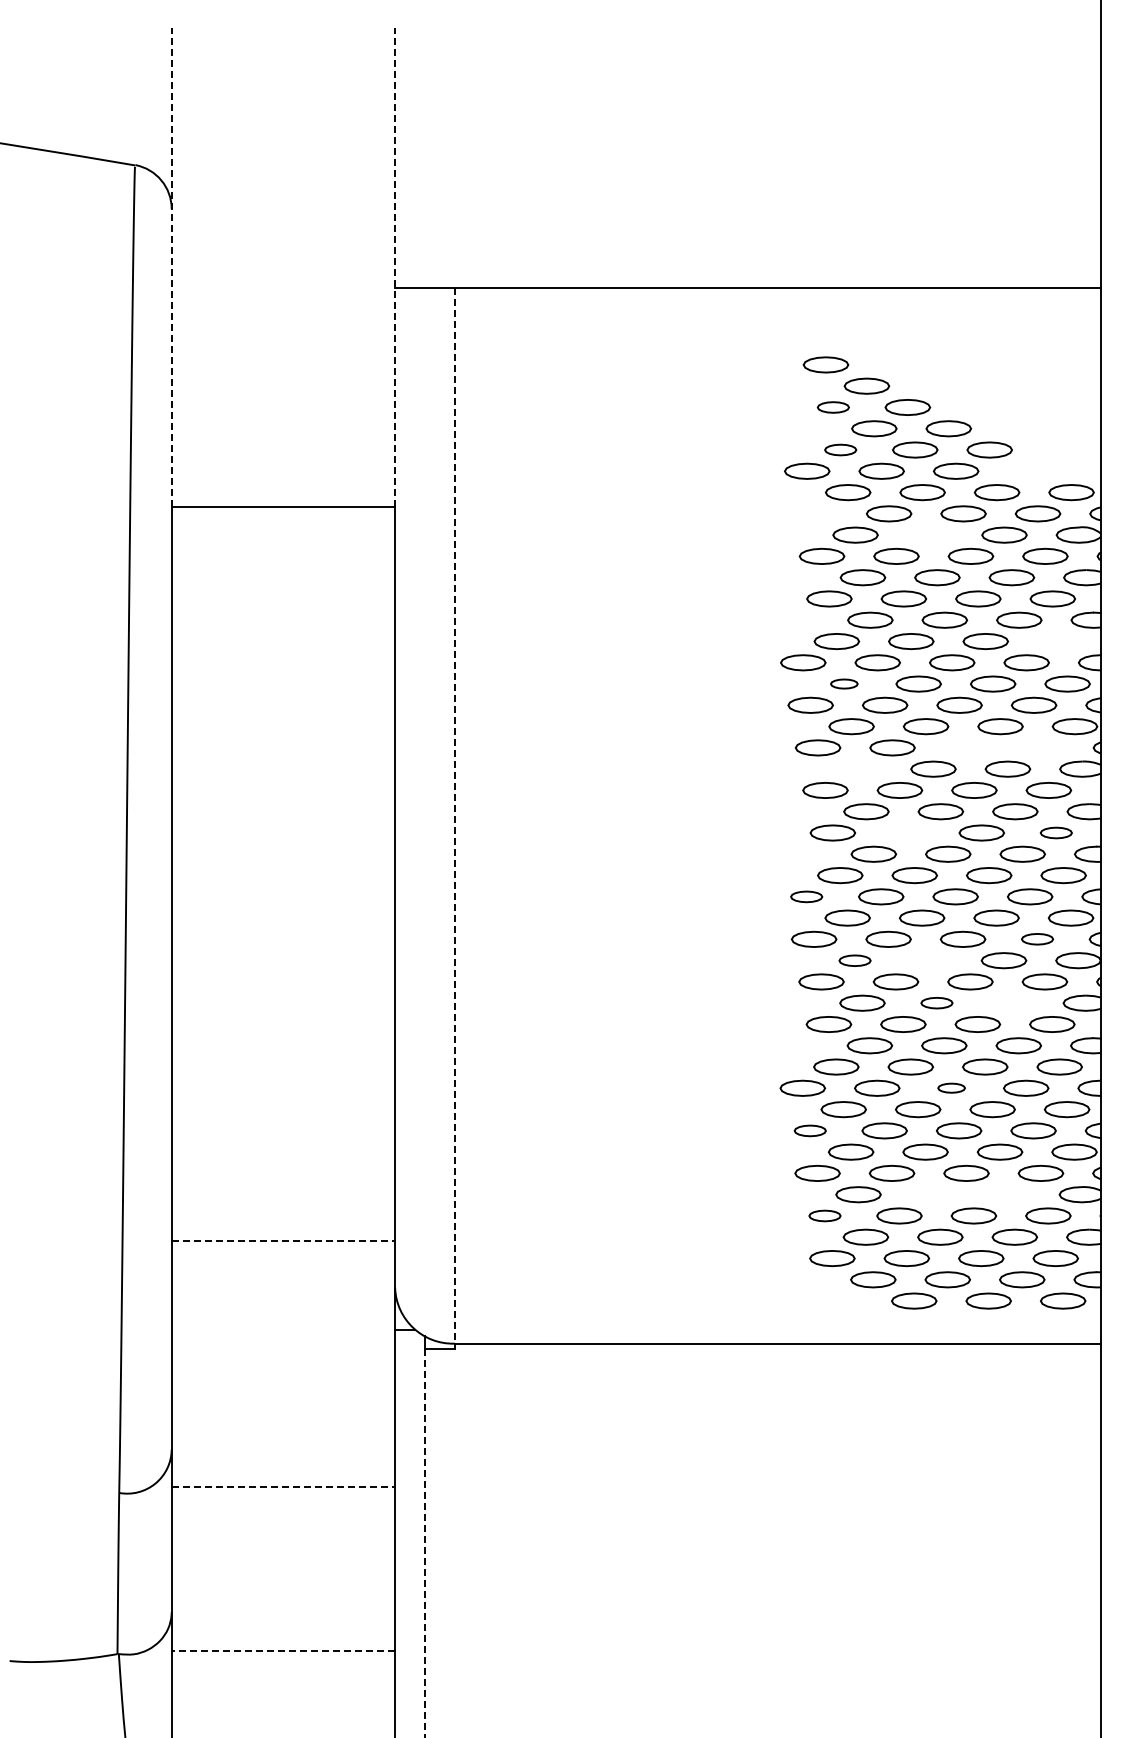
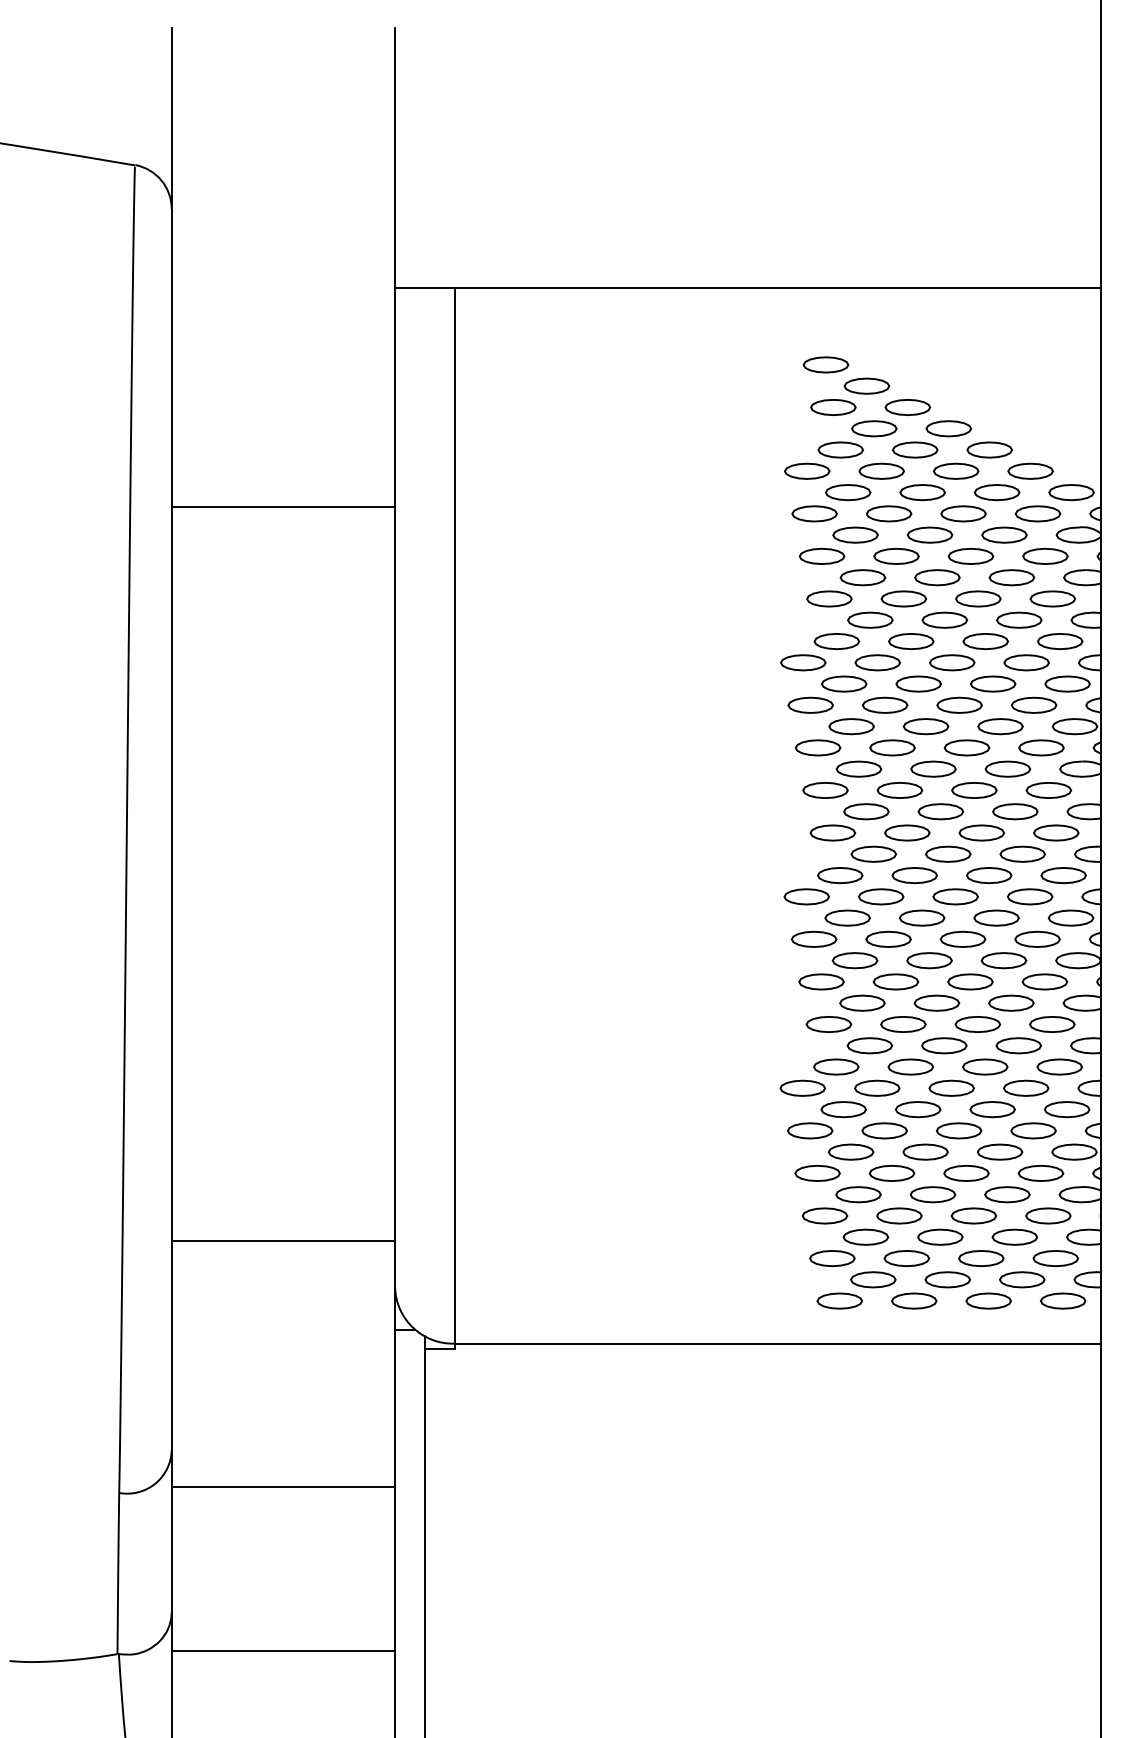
line at (171, 267): dashed -> solid
line at (395, 267): dashed -> solid
part at (832, 407) size: 34x13 px -> 47x17 px
part at (840, 449) size: 34x14 px -> 47x18 px
part at (1030, 470): none -> present
part at (814, 513): none -> present
part at (929, 534): none -> present
part at (1060, 641): none -> present
part at (844, 683) size: 29x12 px -> 47x18 px
part at (966, 747): none -> present
part at (1041, 747): none -> present
part at (858, 768): none -> present
line at (454, 815): dashed -> solid
part at (907, 832): none -> present
part at (1055, 832) size: 34x14 px -> 47x18 px
part at (806, 896) size: 34x14 px -> 47x18 px
part at (1037, 939) size: 34x13 px -> 47x18 px
part at (854, 960) size: 34x13 px -> 48x18 px
part at (929, 960): none -> present
part at (1011, 1002): none -> present
part at (936, 1003) size: 34x13 px -> 48x18 px
part at (951, 1087) size: 29x12 px -> 47x18 px
part at (809, 1130) size: 34x14 px -> 47x18 px
part at (932, 1194): none -> present
part at (1007, 1194): none -> present
part at (824, 1215) size: 34x14 px -> 48x18 px
line at (283, 1240): dashed -> solid
part at (839, 1300): none -> present
line at (283, 1486): dashed -> solid
line at (424, 1543): dashed -> solid
line at (283, 1650): dashed -> solid
